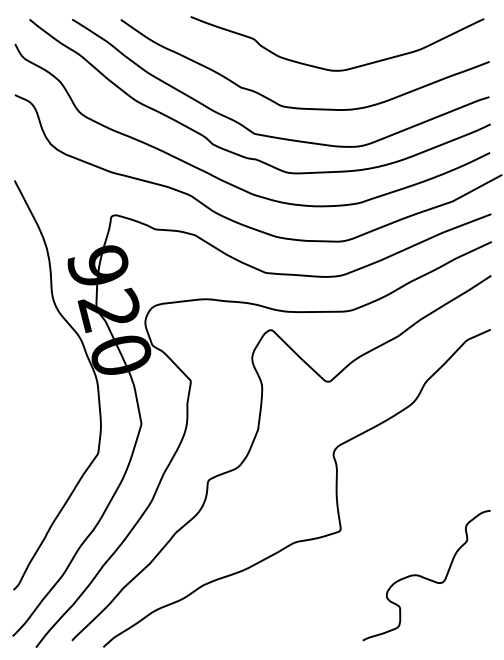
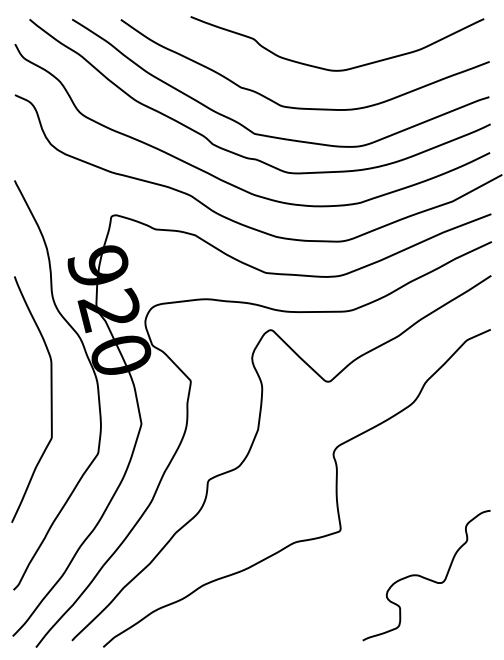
curve at (50, 399): none -> present
